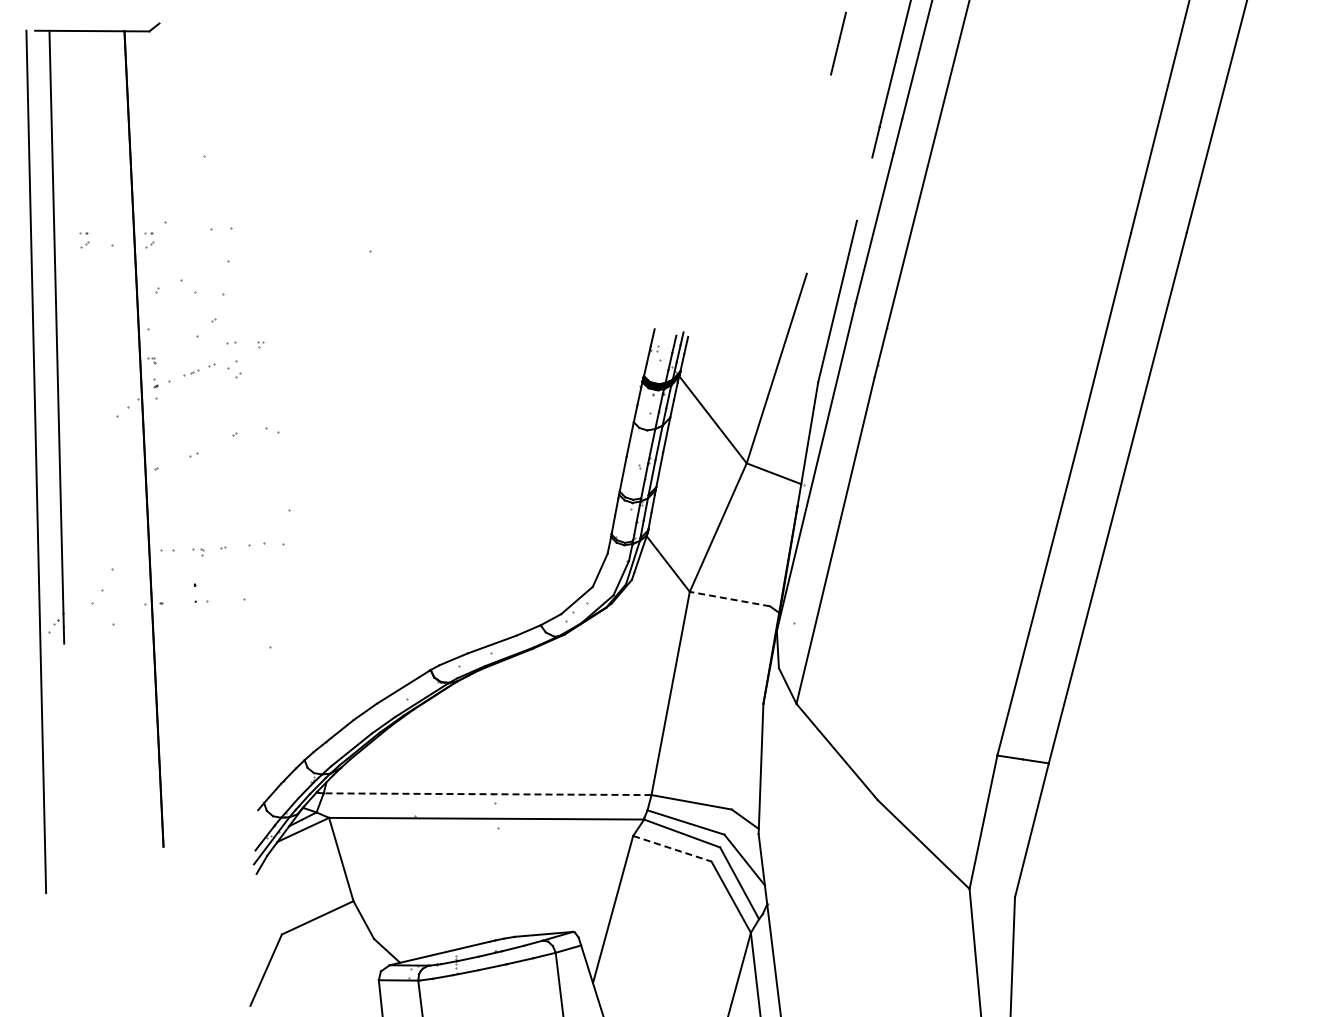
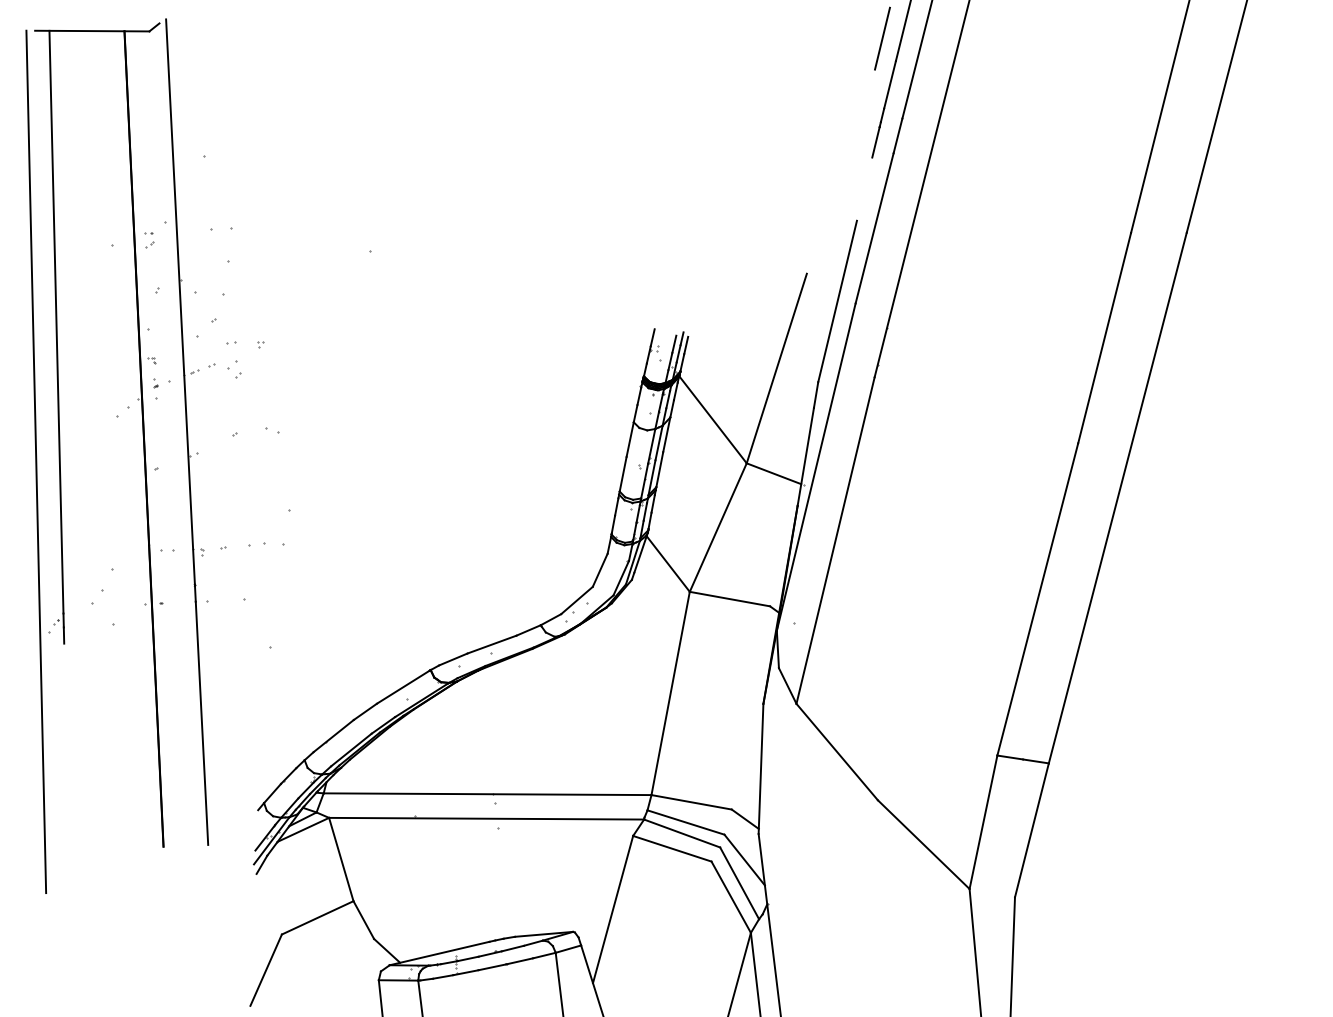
line at (838, 43) position: (838, 43) -> (882, 38)
part at (84, 240): present -> none
line at (187, 431): none -> present
line at (729, 599): dashed -> solid
line at (487, 794): dashed -> solid
line at (672, 848): dashed -> solid
